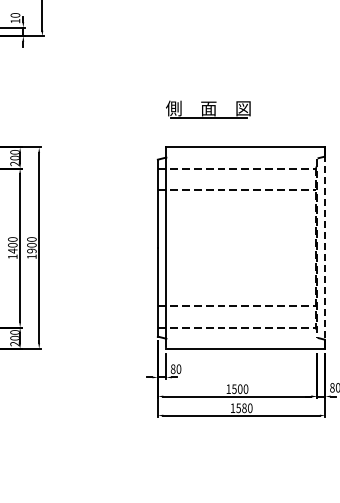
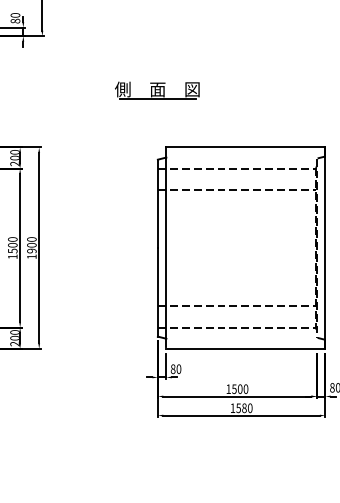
text at (15, 20): 10 -> 80
part at (208, 109) position: (208, 109) -> (157, 90)
text at (12, 250): 1400 -> 1500
line at (325, 252): dashed -> solid
